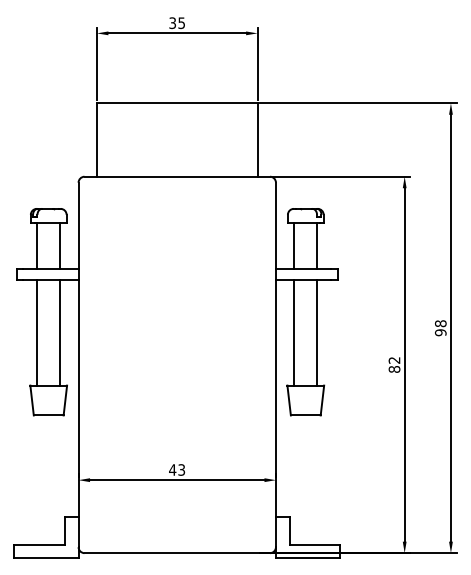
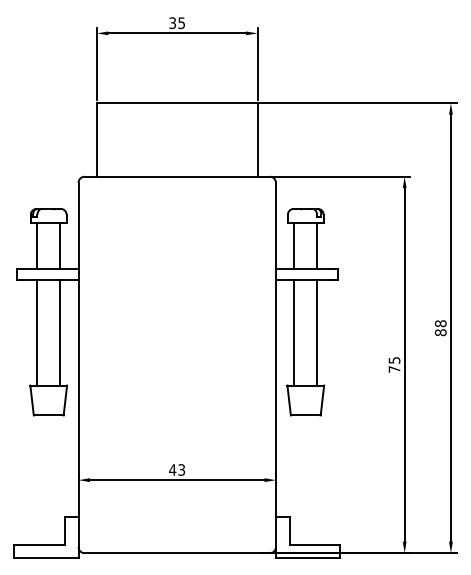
text at (440, 332): 98 -> 88
text at (394, 364): 82 -> 75
